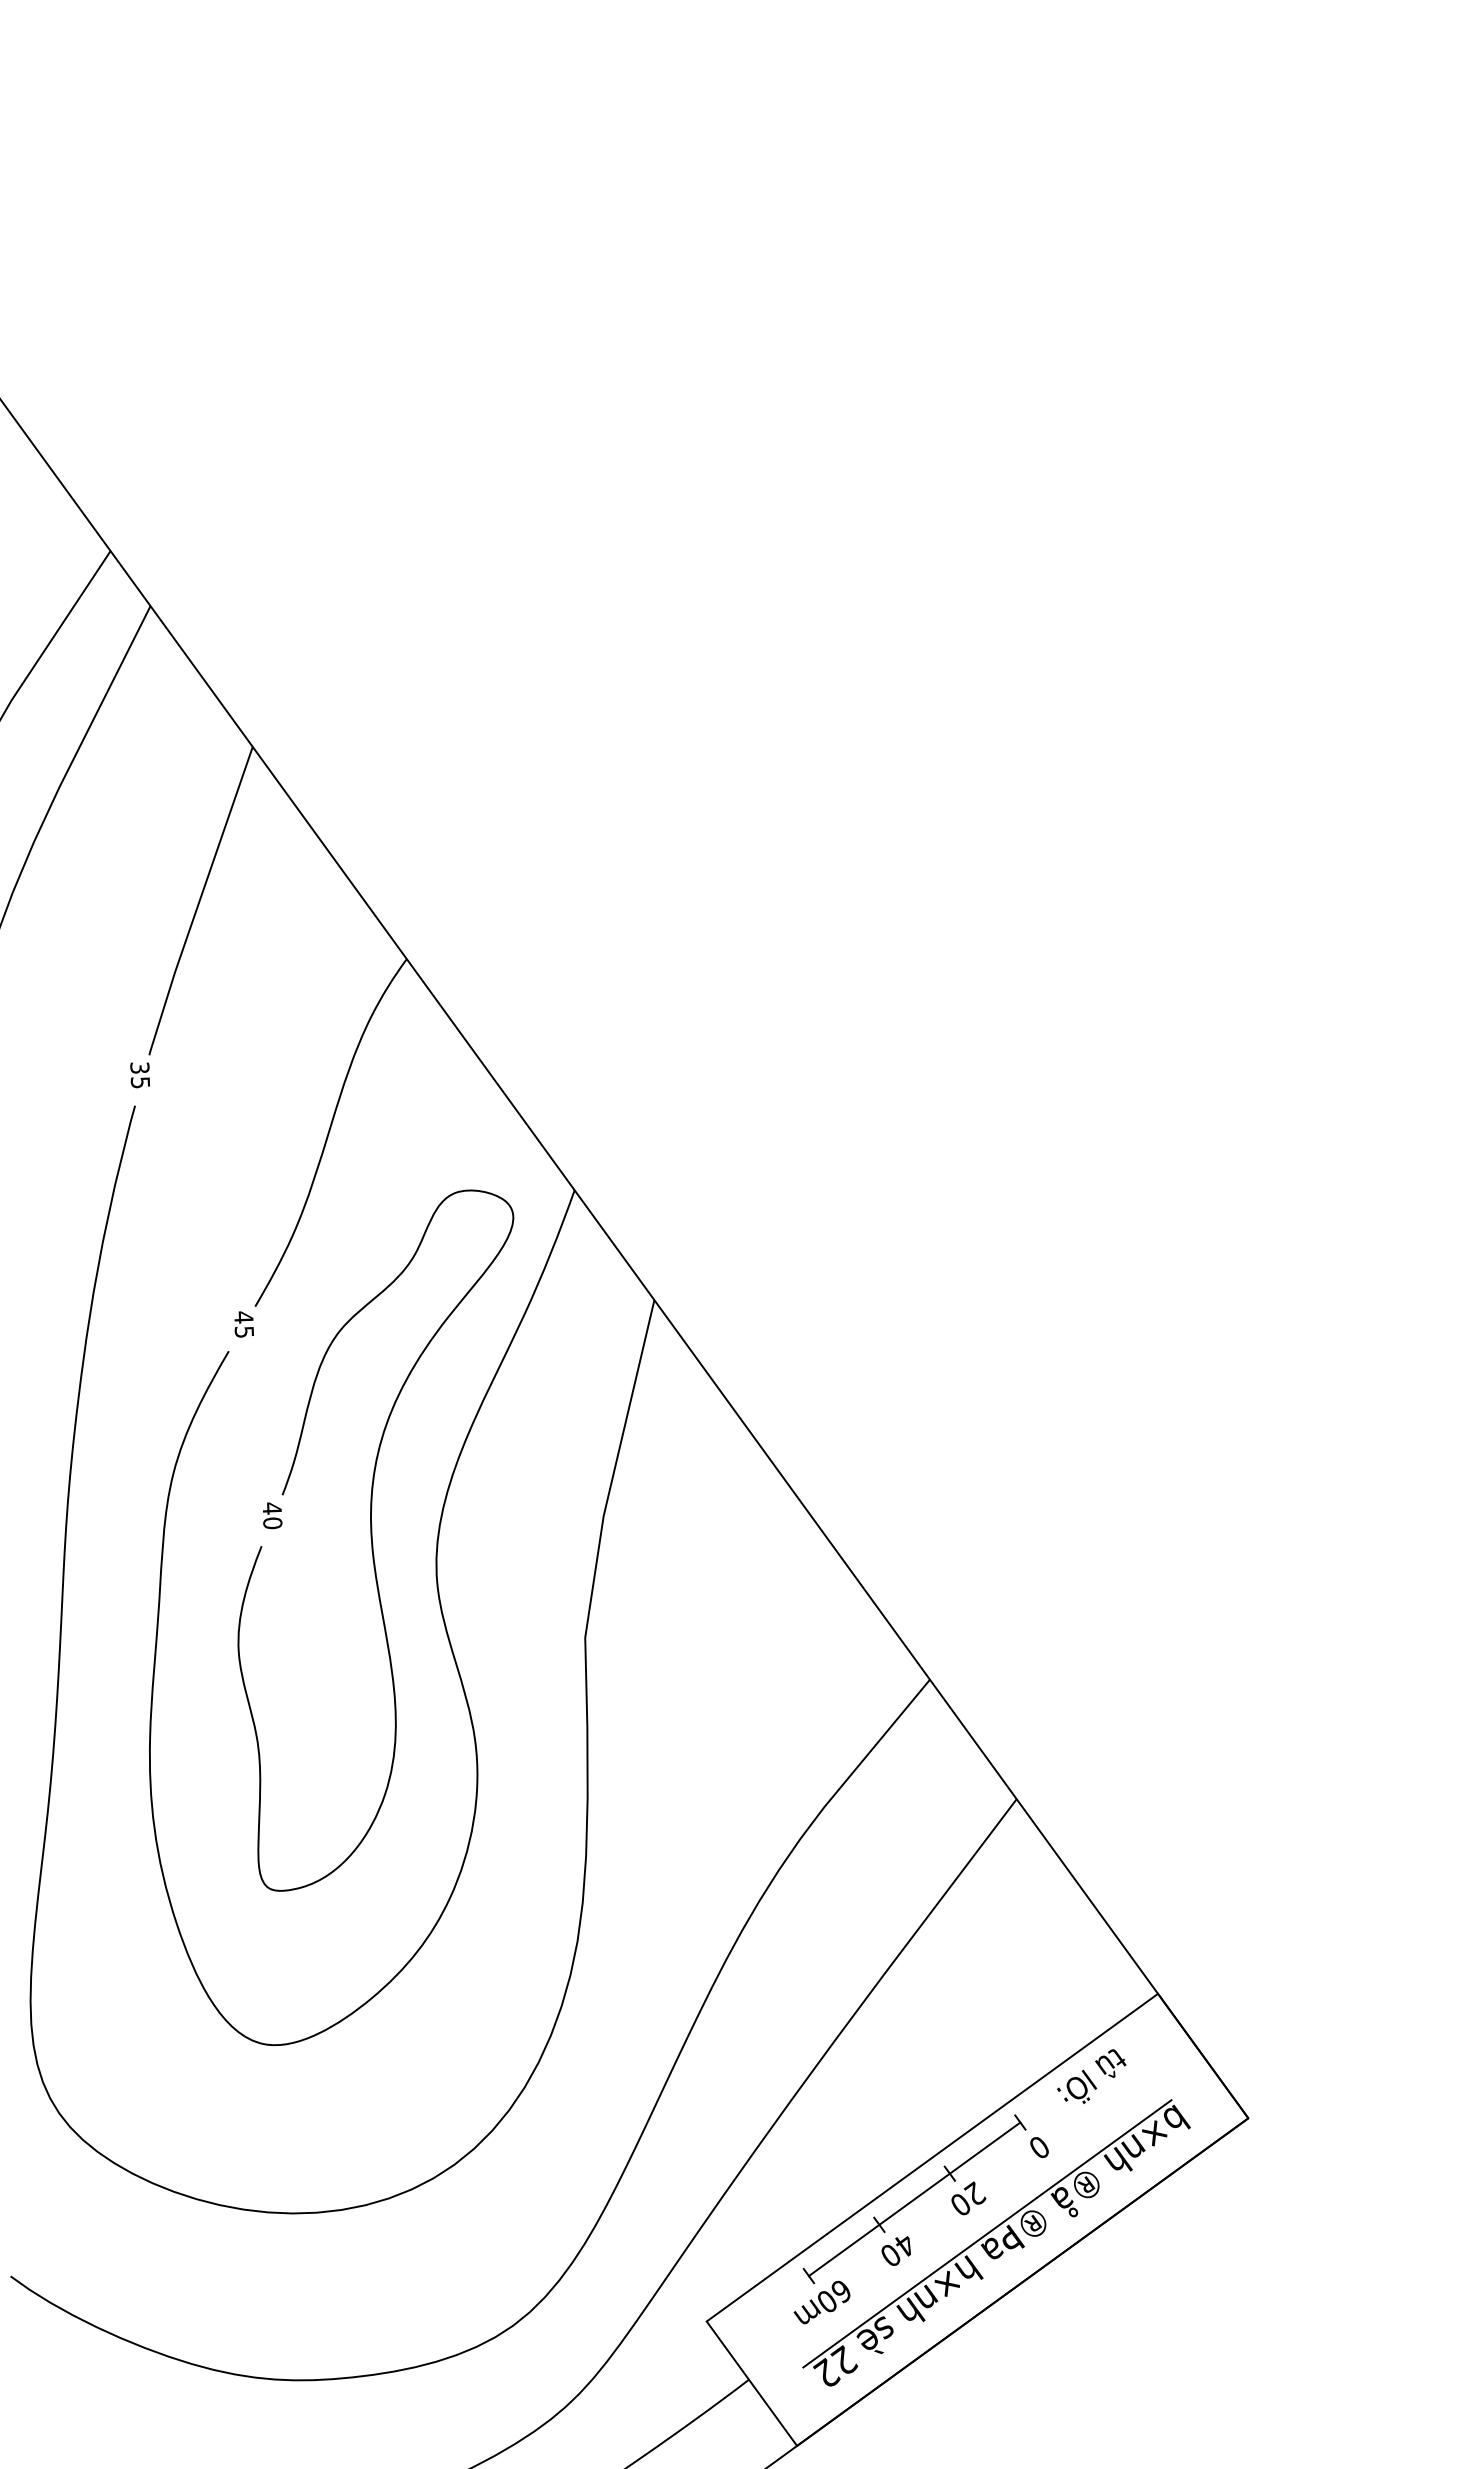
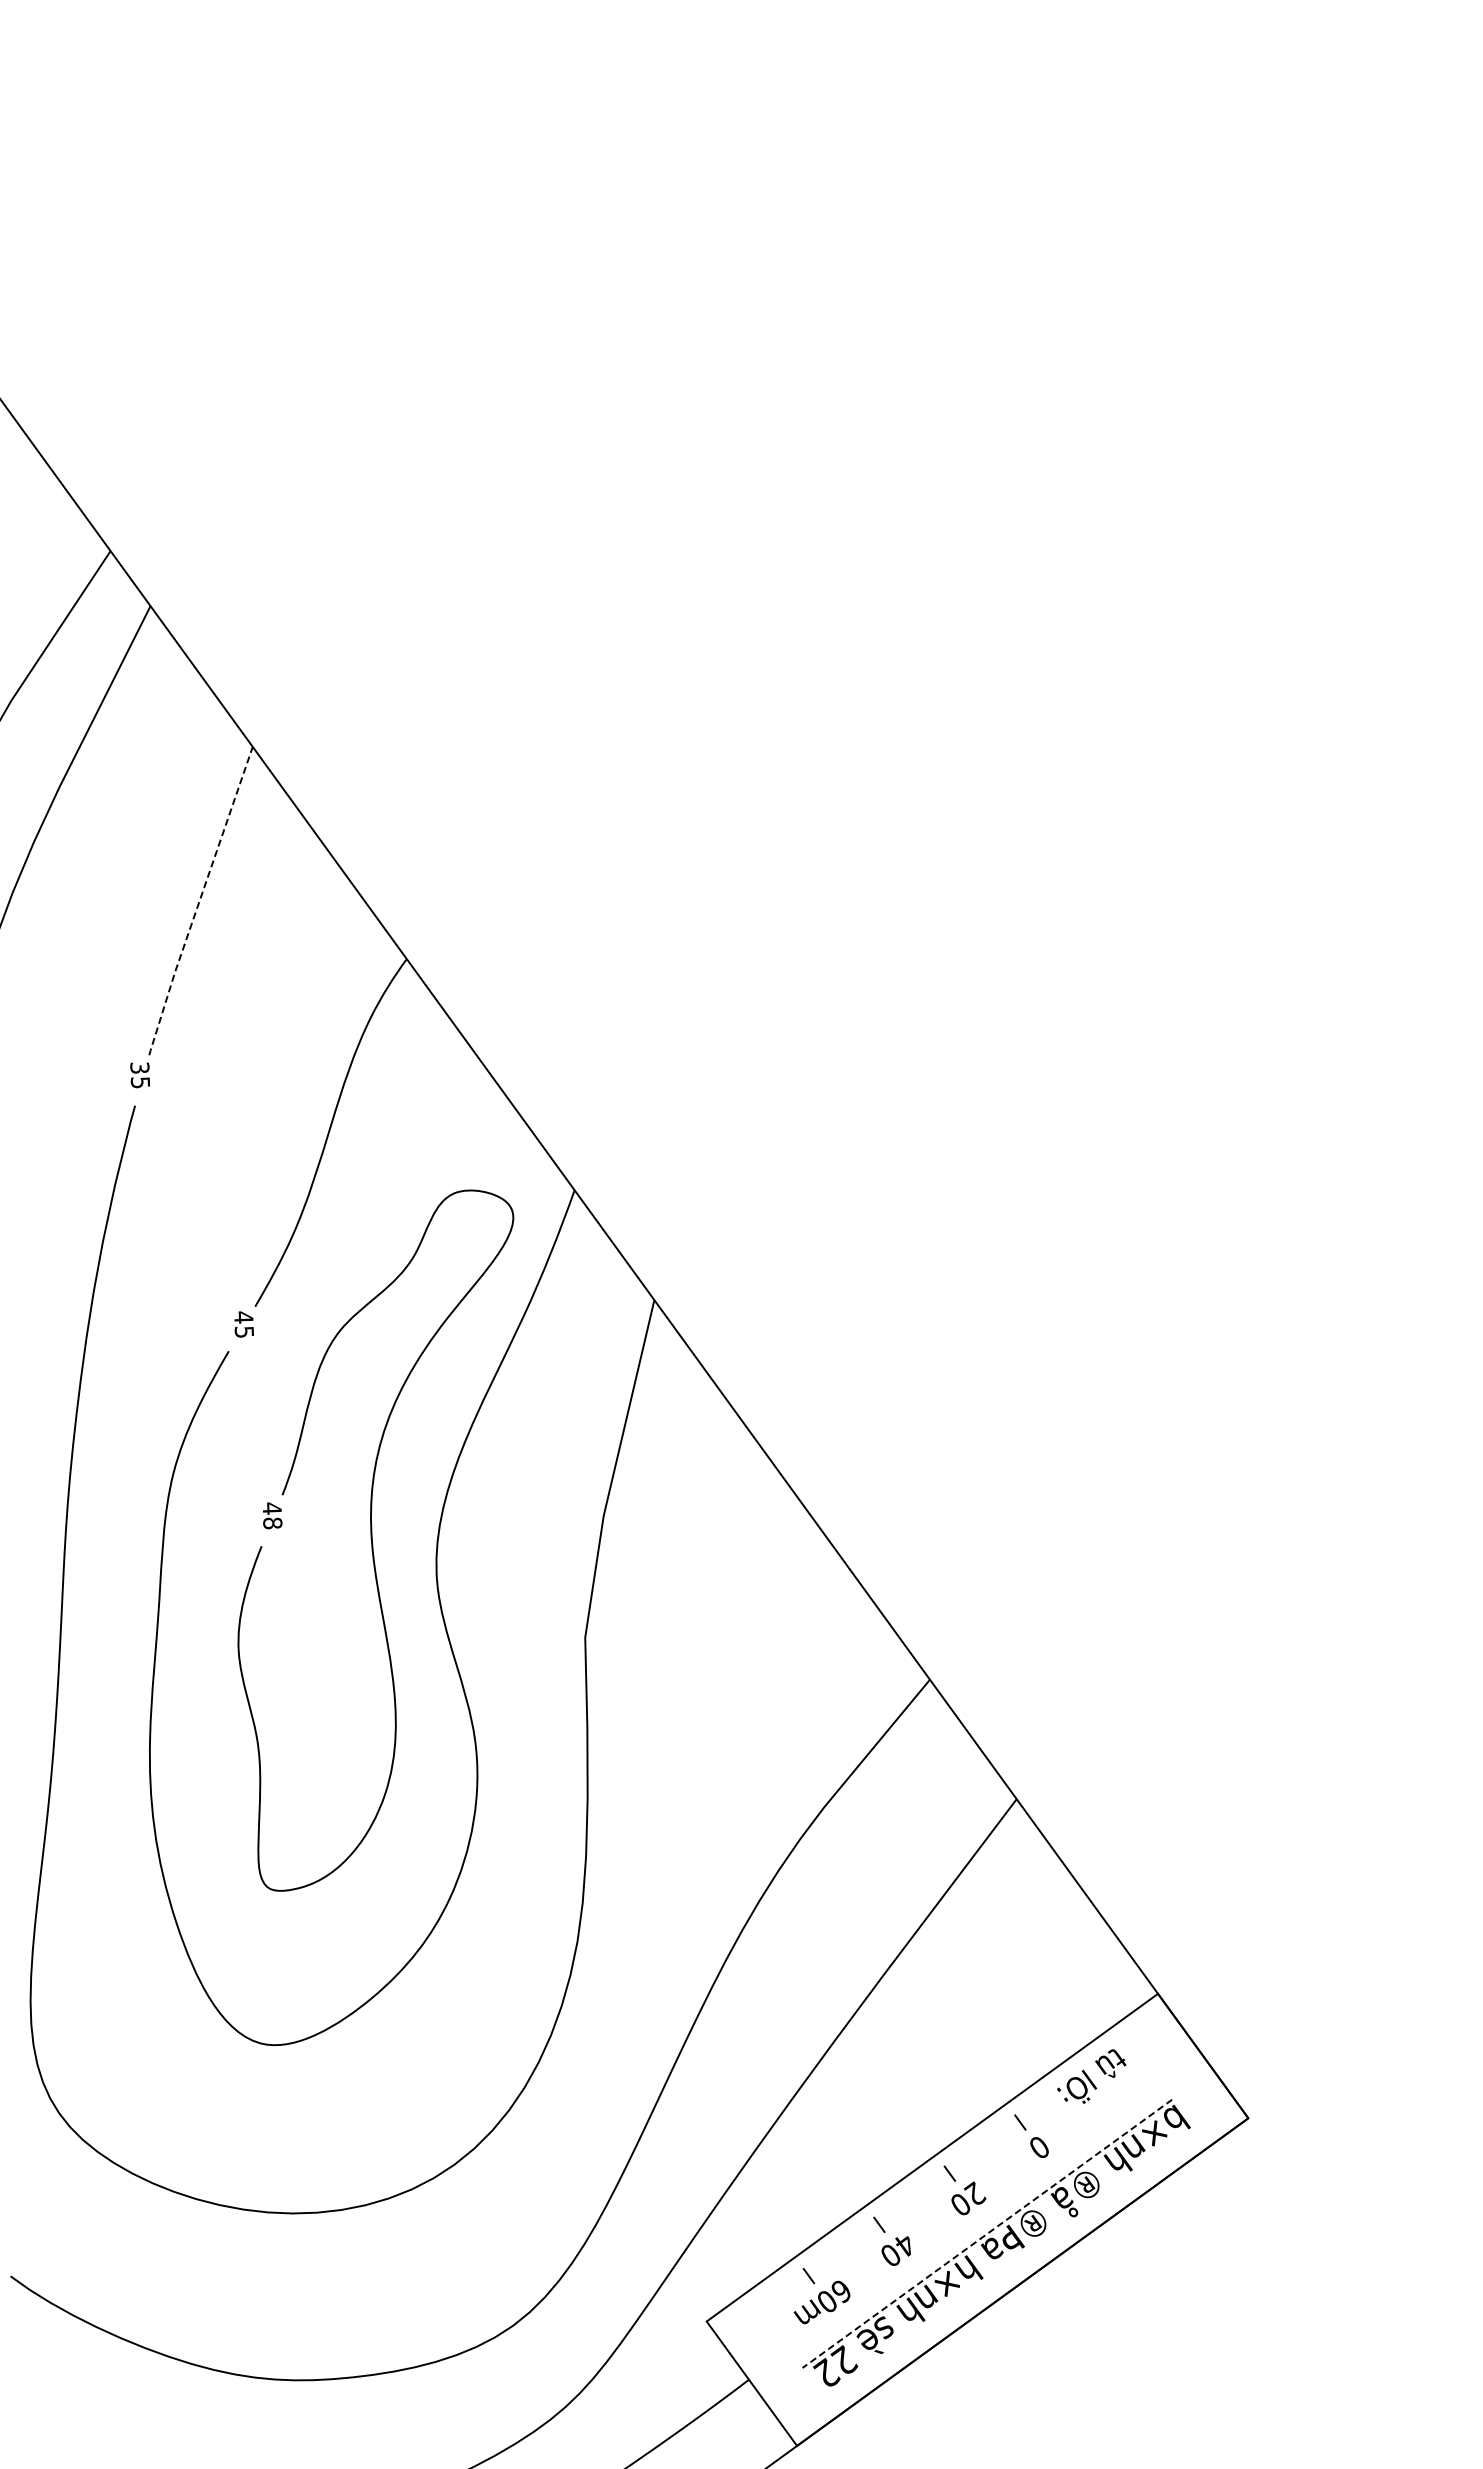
line at (199, 901): solid -> dashed
text at (272, 1523): 40 -> 48
line at (914, 2199): present -> none
line at (986, 2234): solid -> dashed
